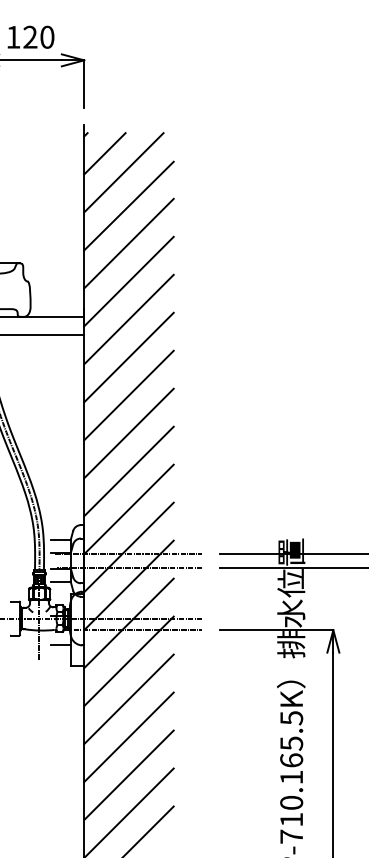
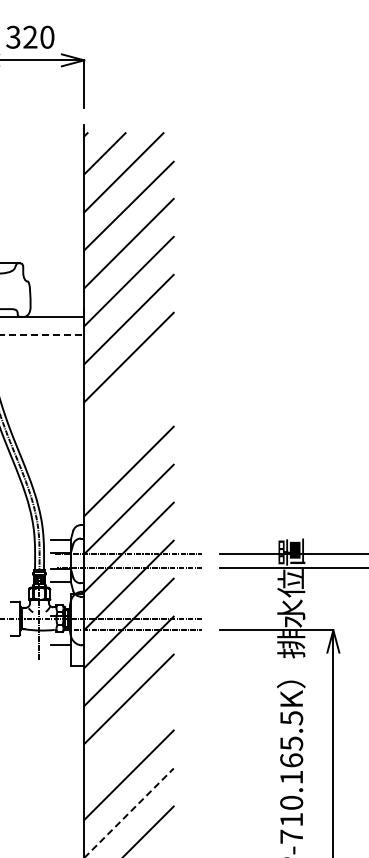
text at (13, 36): 120 -> 320
line at (42, 334): solid -> dashed
line at (128, 395): present -> none
line at (128, 433): present -> none
line at (128, 737): present -> none
line at (129, 812): solid -> dashed
